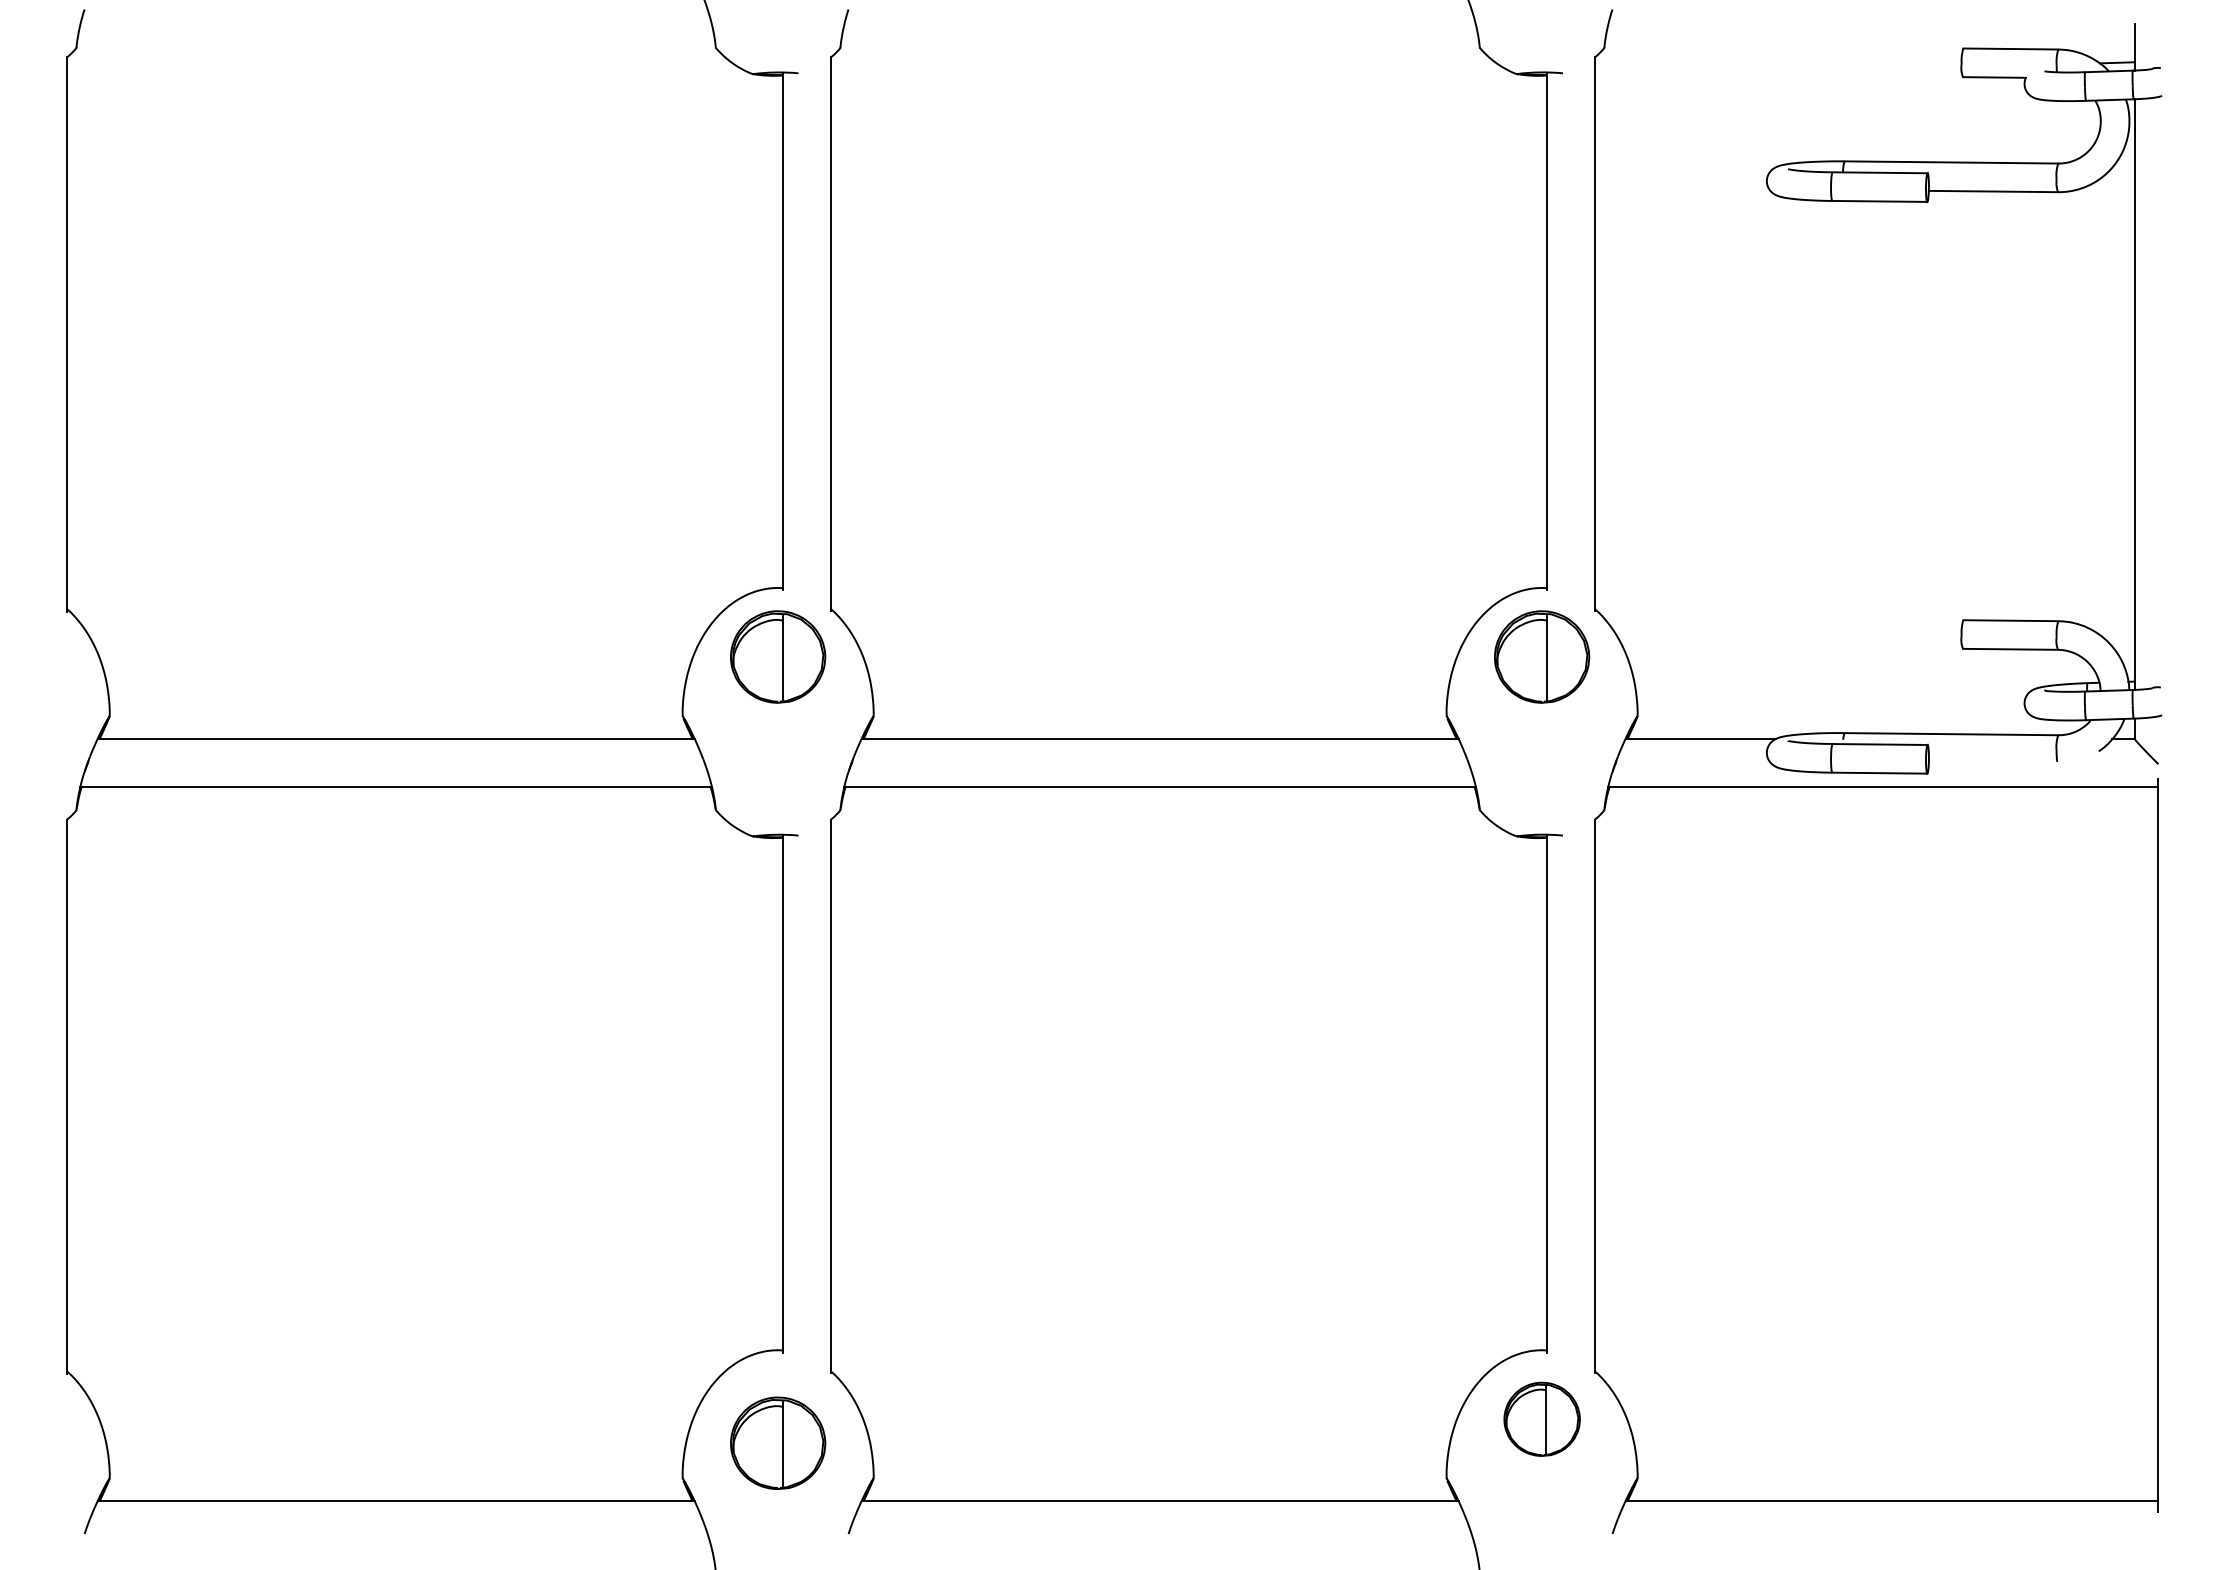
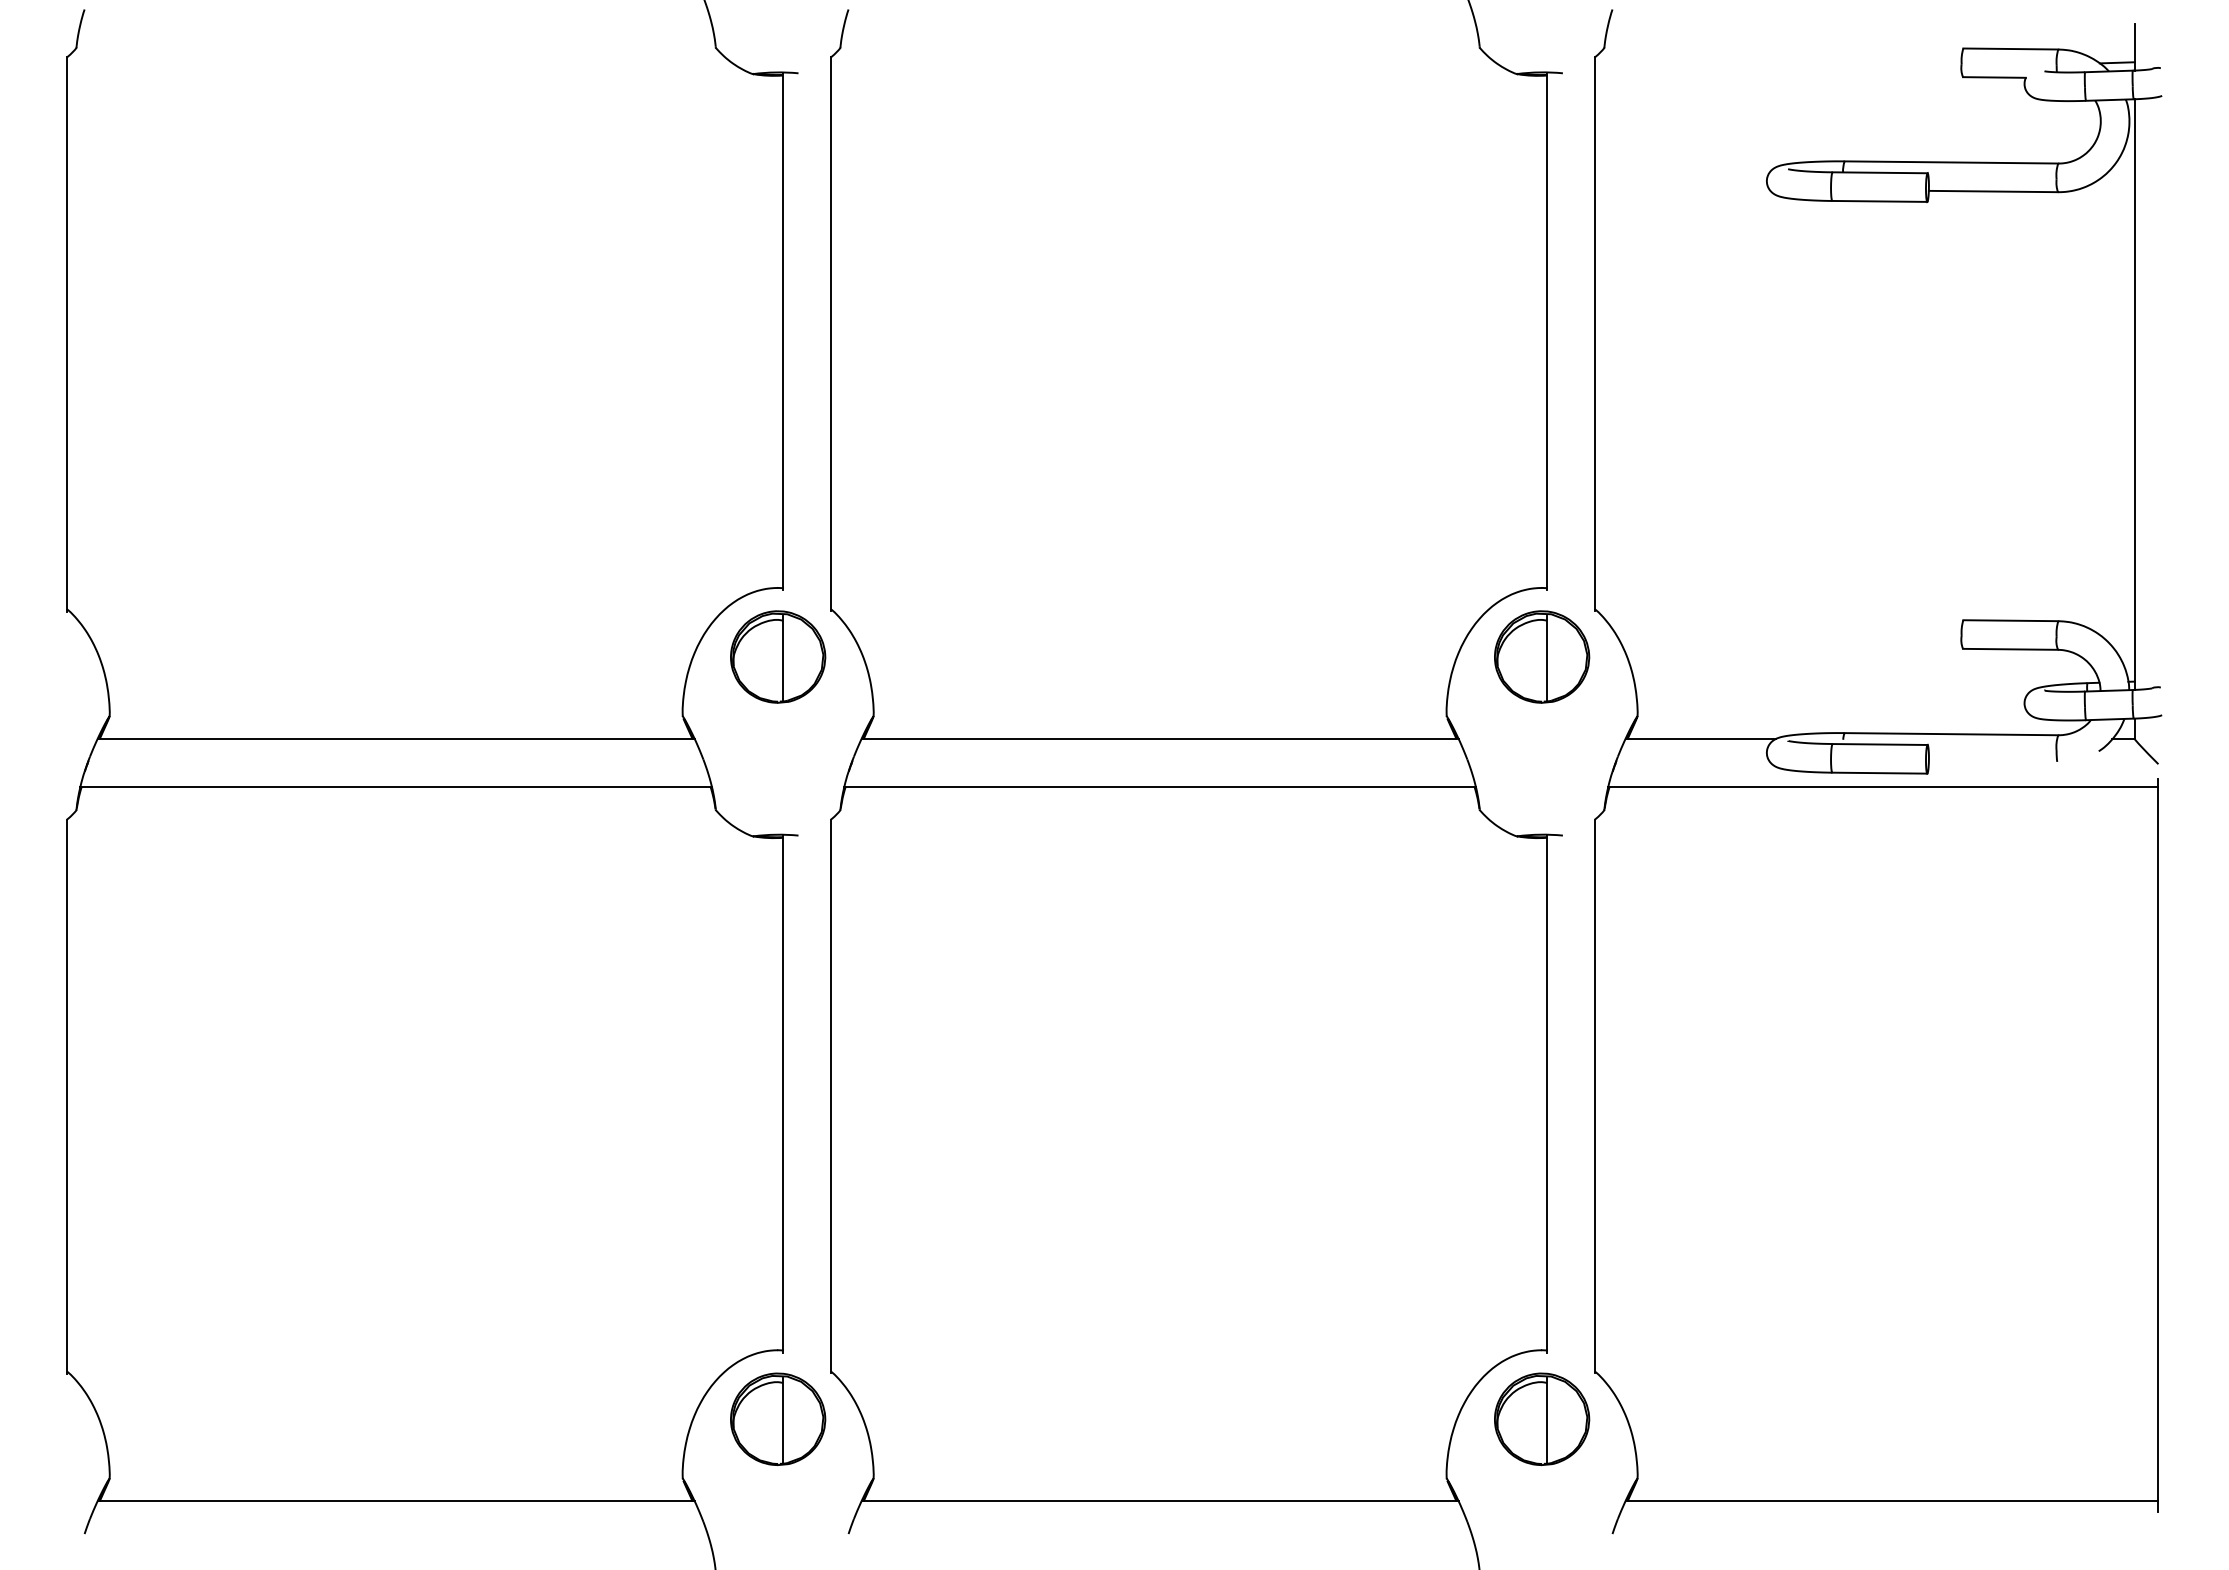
part at (1541, 1418) size: 78x76 px -> 97x95 px
part at (778, 1443) position: (778, 1443) -> (778, 1419)
